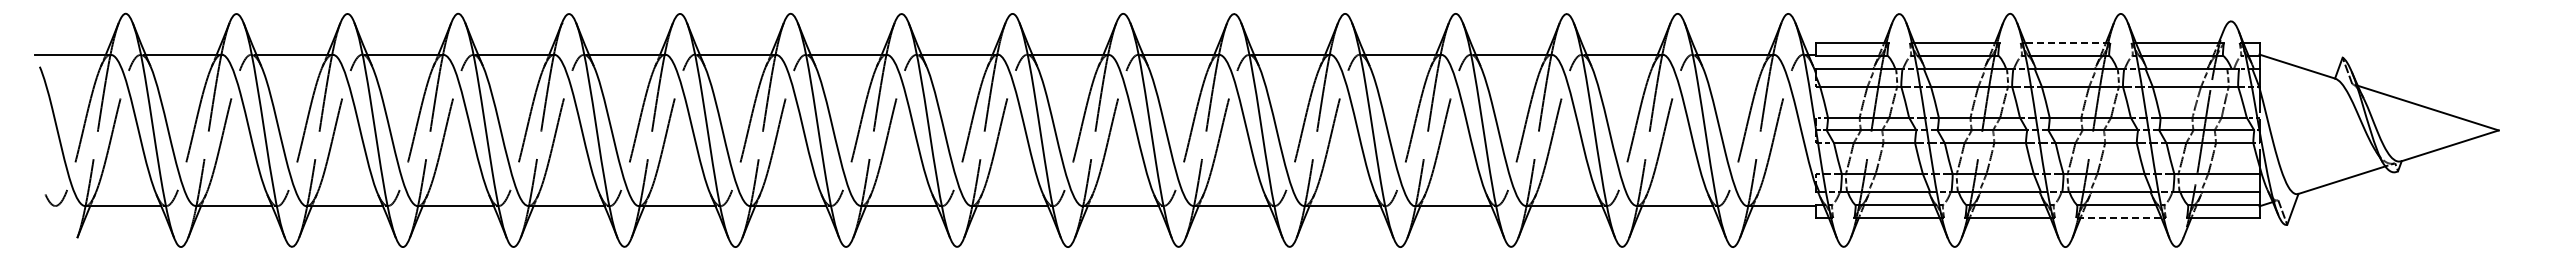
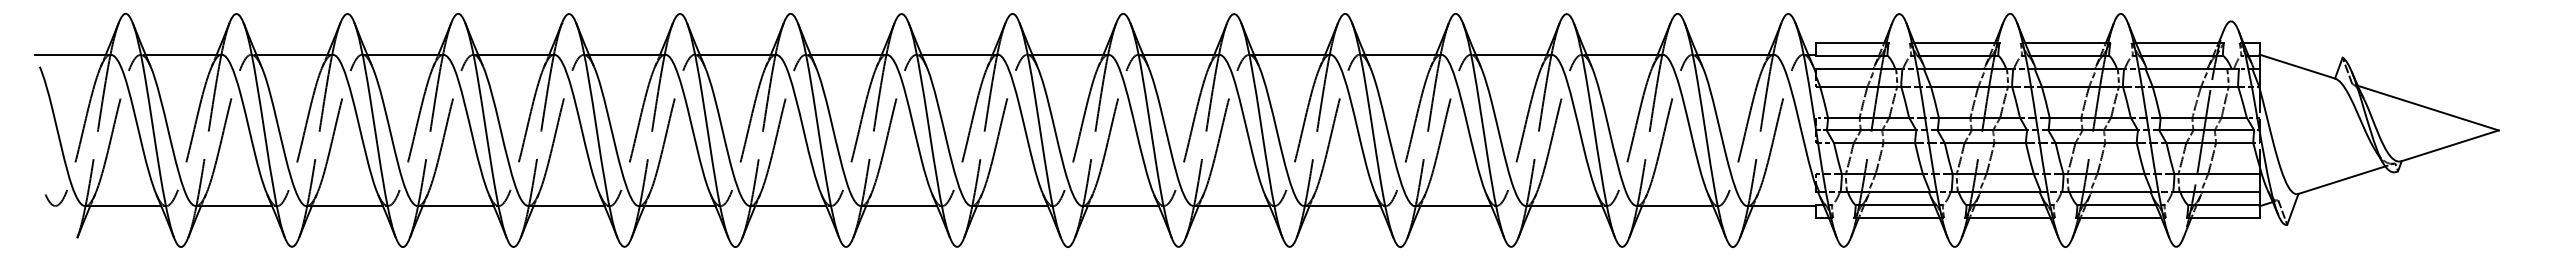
line at (2067, 42): dashed -> solid
line at (2118, 217): dashed -> solid
